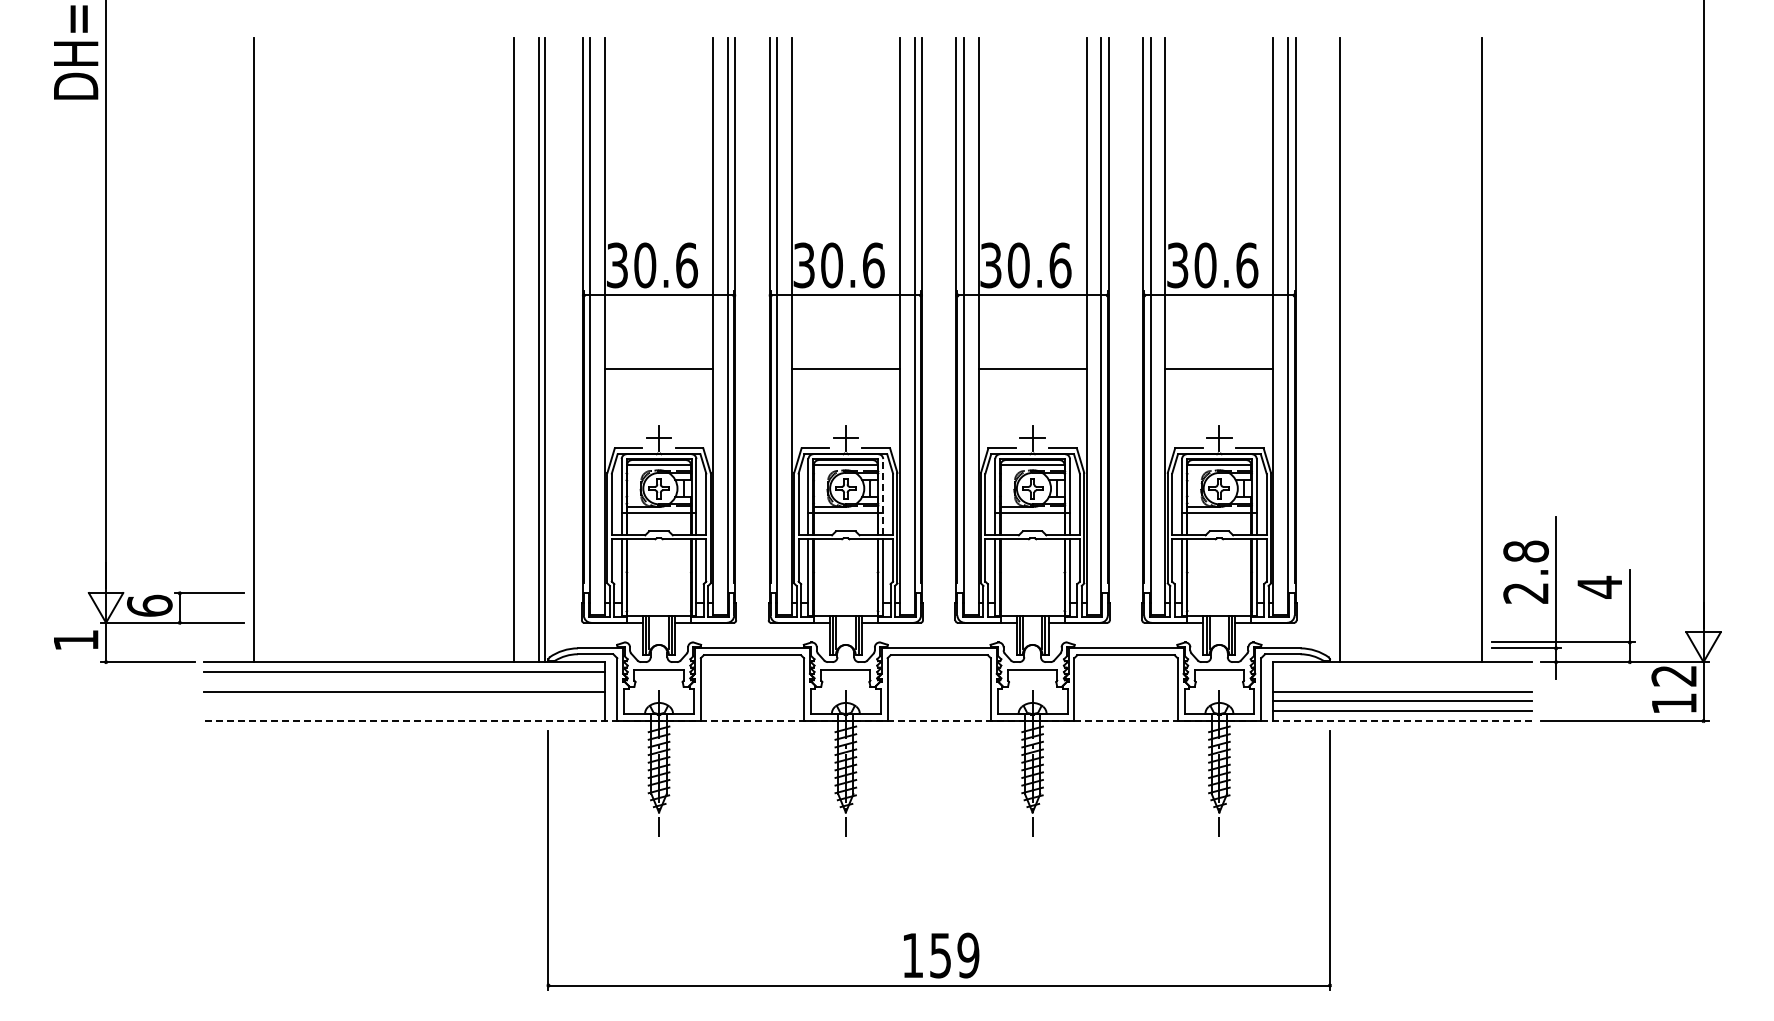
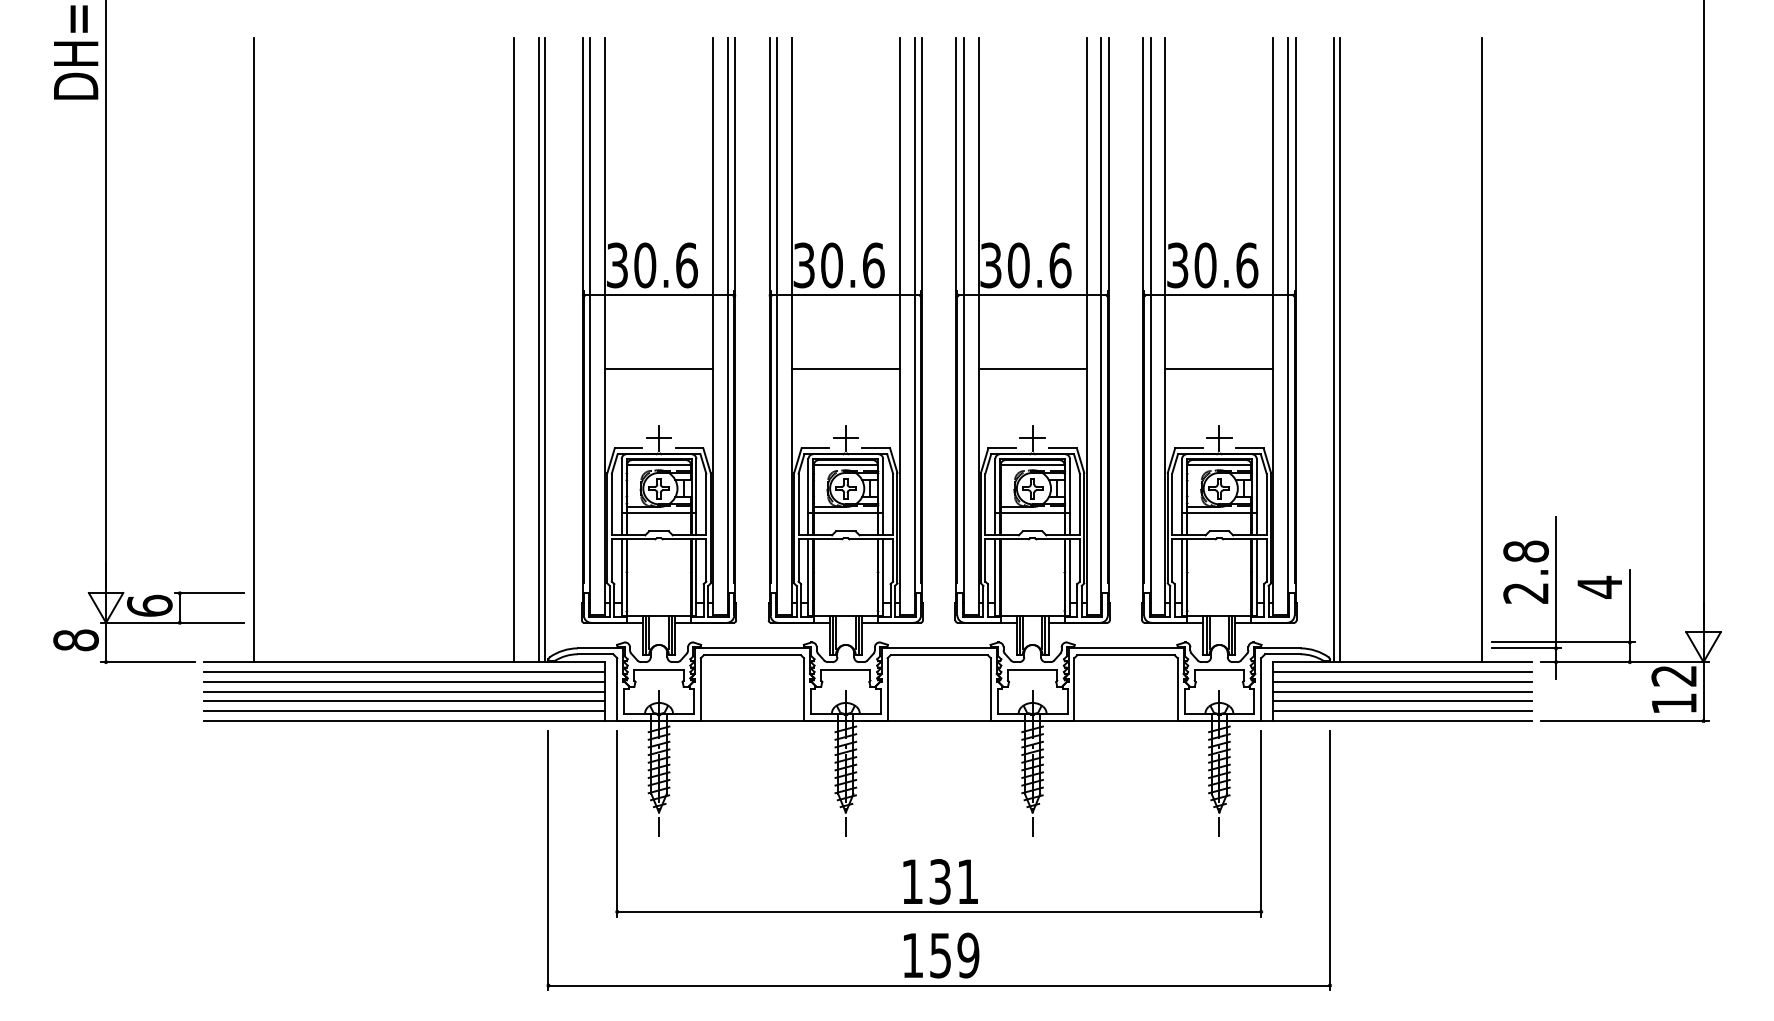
line at (1333, 349): none -> present
line at (883, 496): dashed -> solid
text at (75, 640): 1 -> 8
line at (1402, 671): none -> present
line at (404, 681): none -> present
line at (1402, 681): none -> present
line at (404, 701): none -> present
line at (404, 711): none -> present
line at (867, 721): dashed -> solid
part at (938, 859): none -> present
